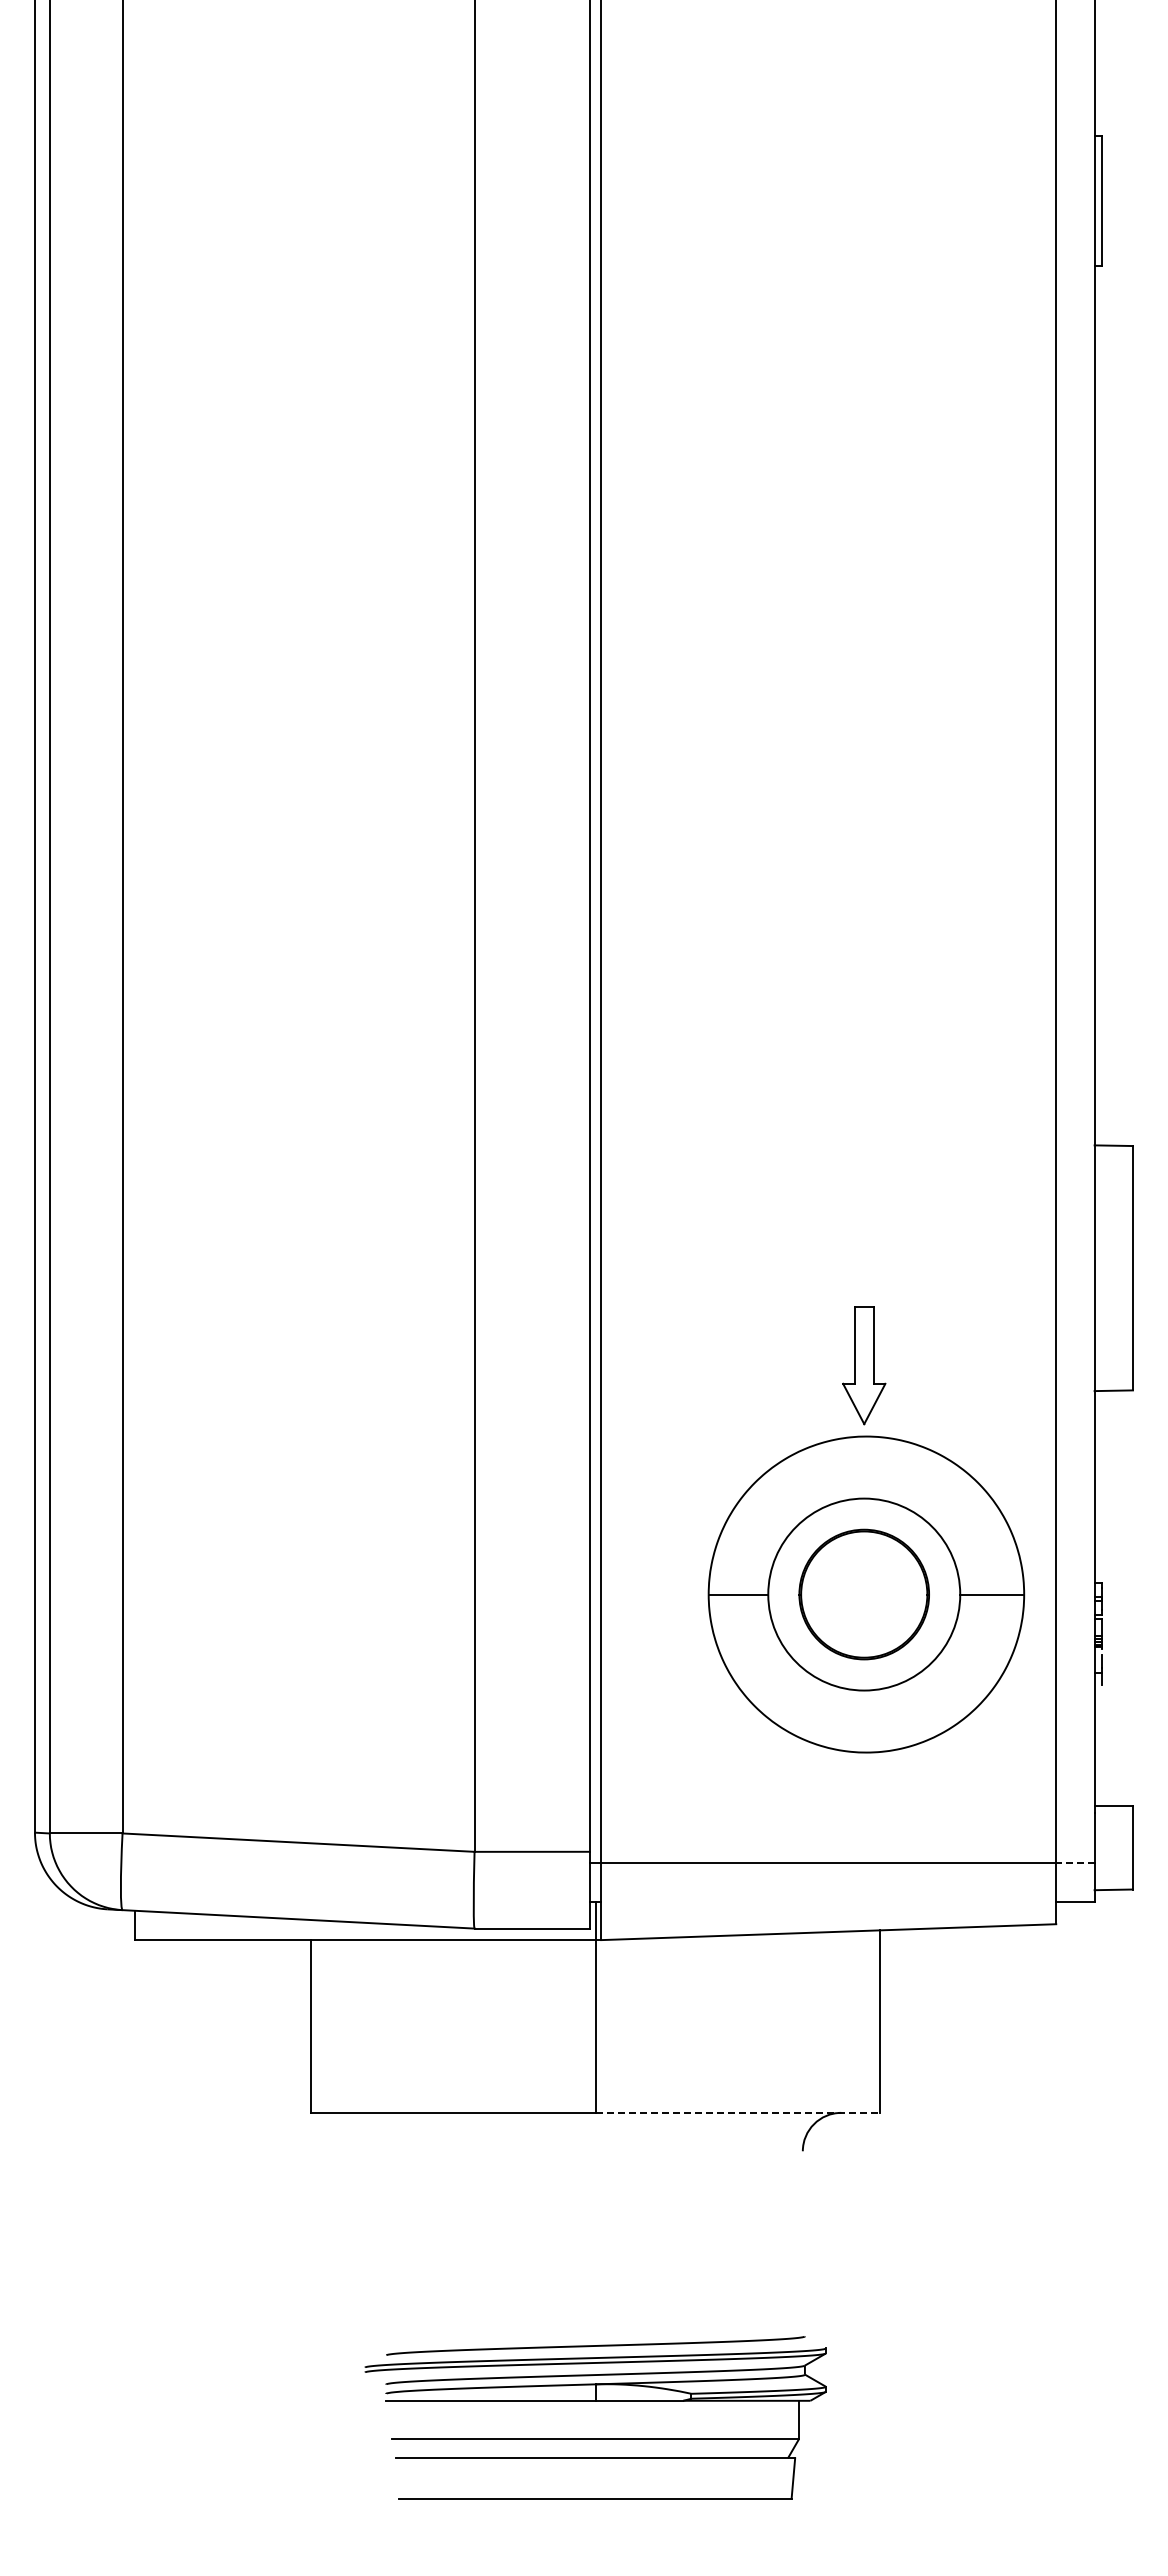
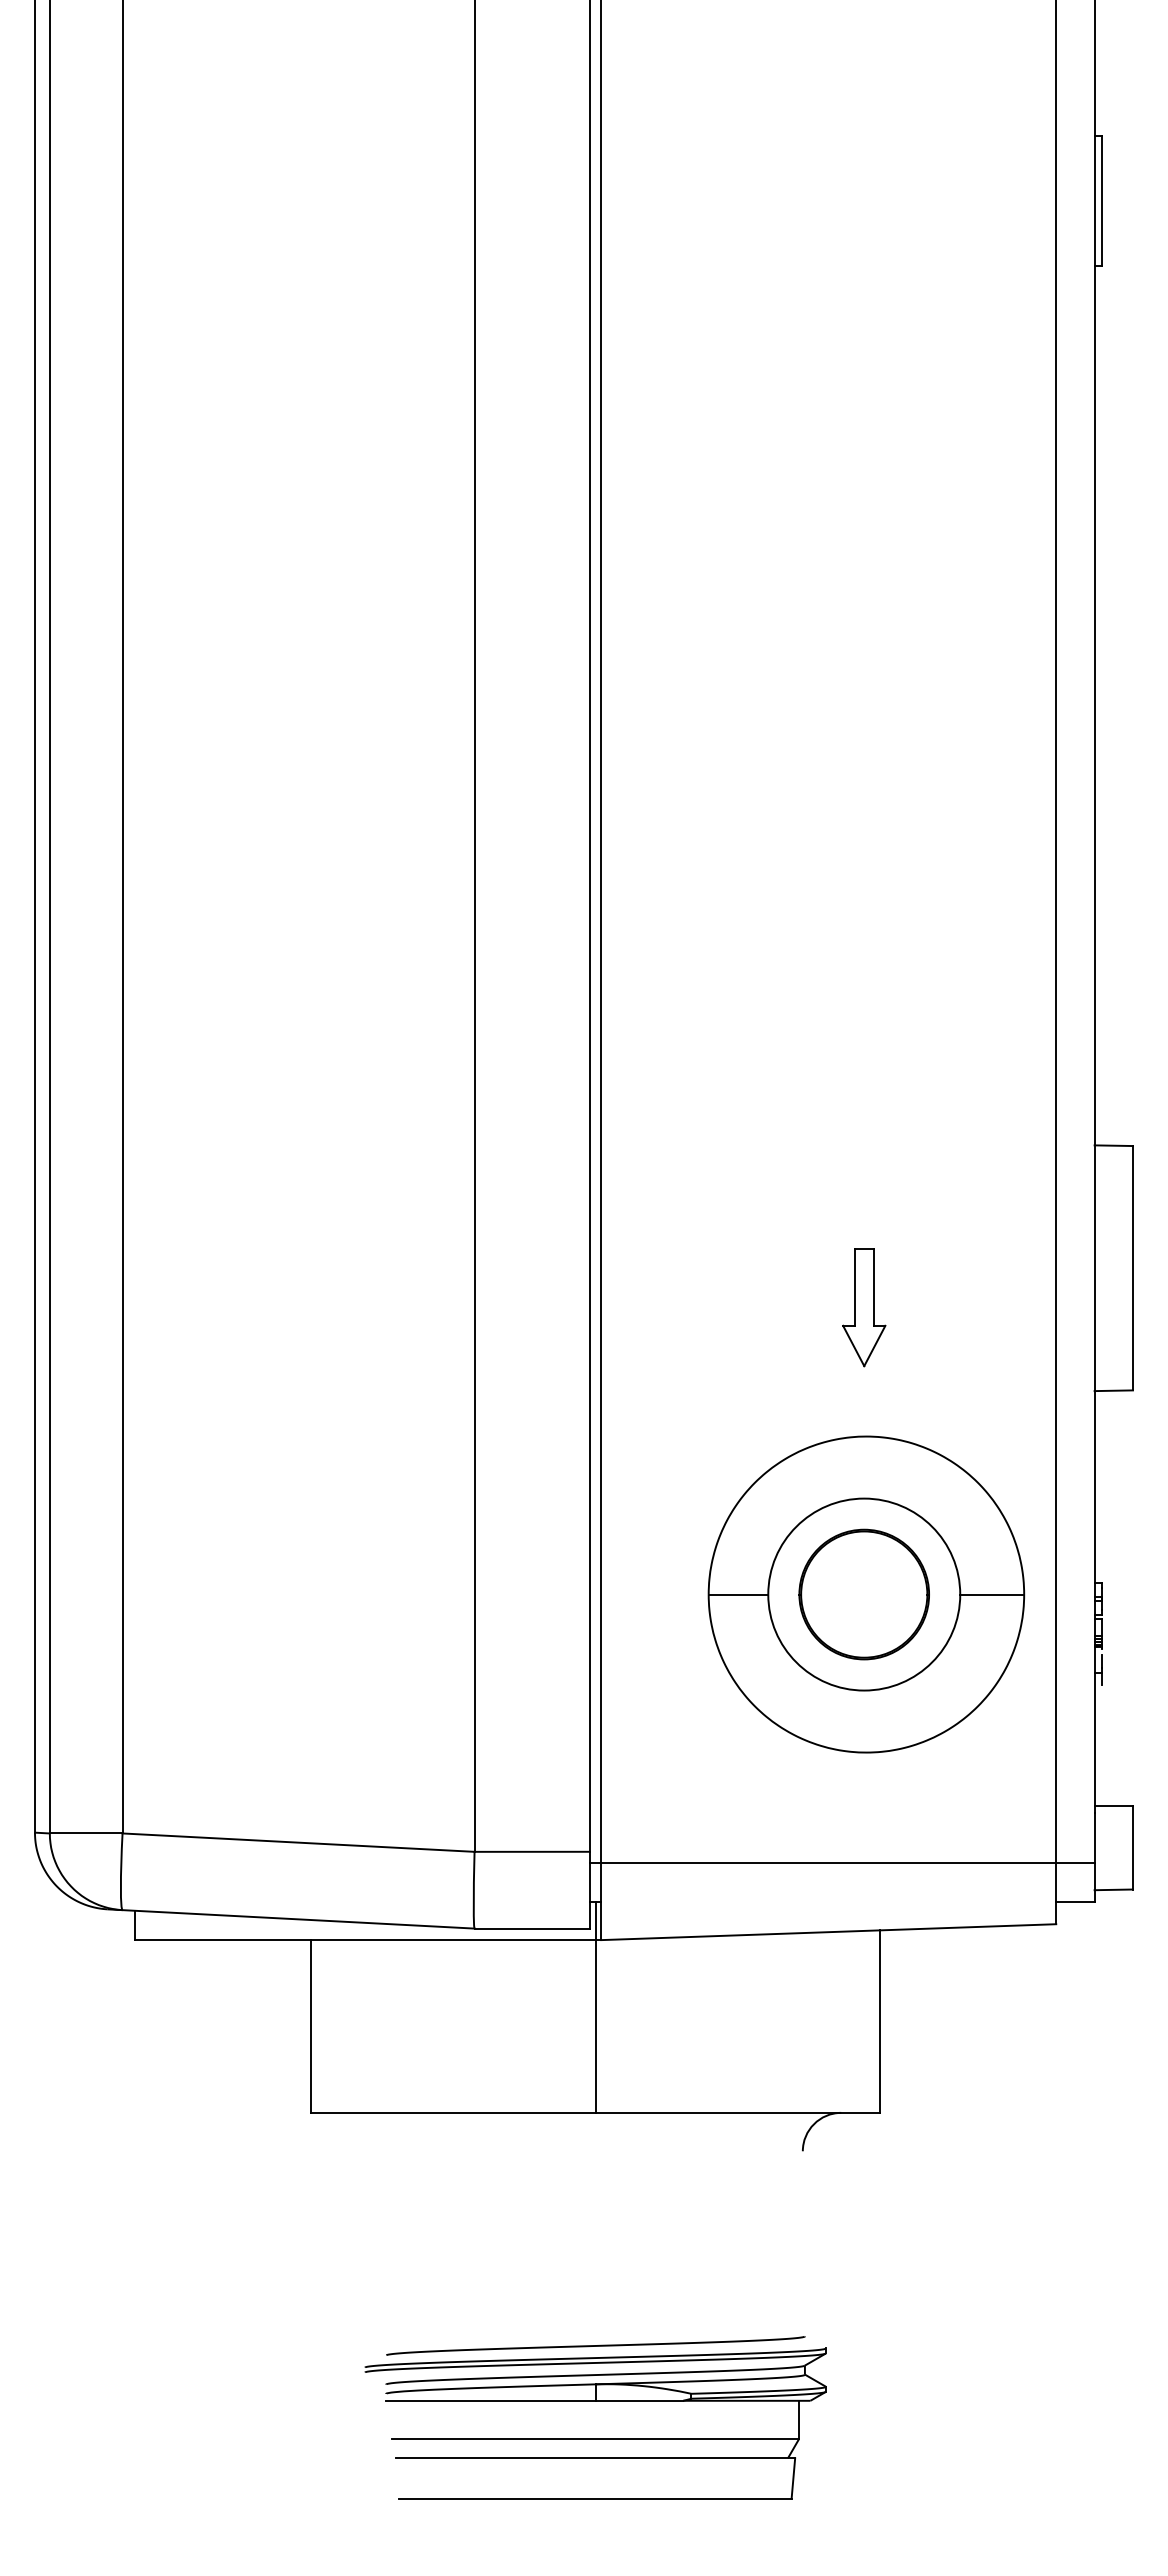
part at (864, 1365) position: (864, 1365) -> (864, 1307)
line at (1074, 1863): dashed -> solid
line at (738, 2112): dashed -> solid
